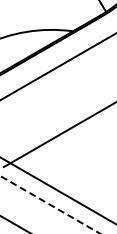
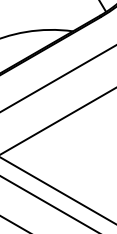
line at (57, 66) position: (57, 66) -> (57, 78)
line at (58, 135) position: (58, 135) -> (57, 121)
line at (50, 204): dashed -> solid
